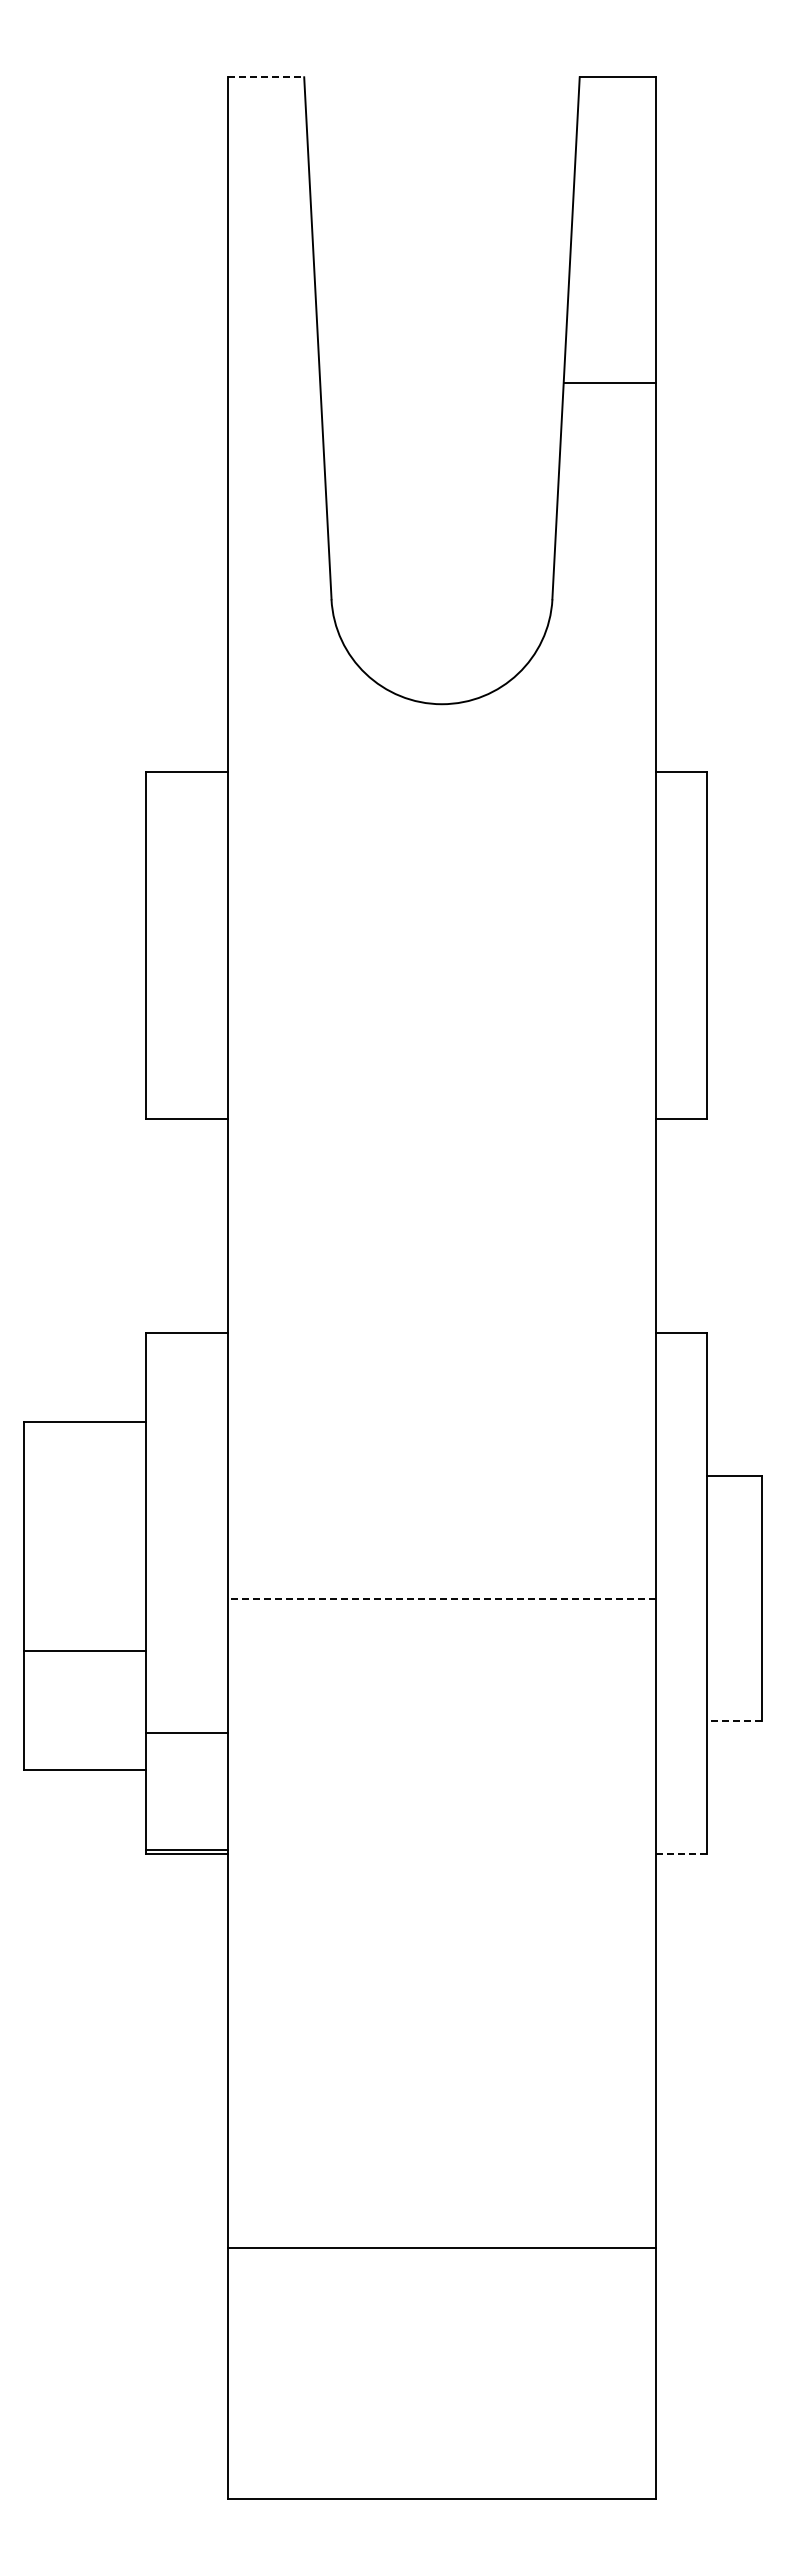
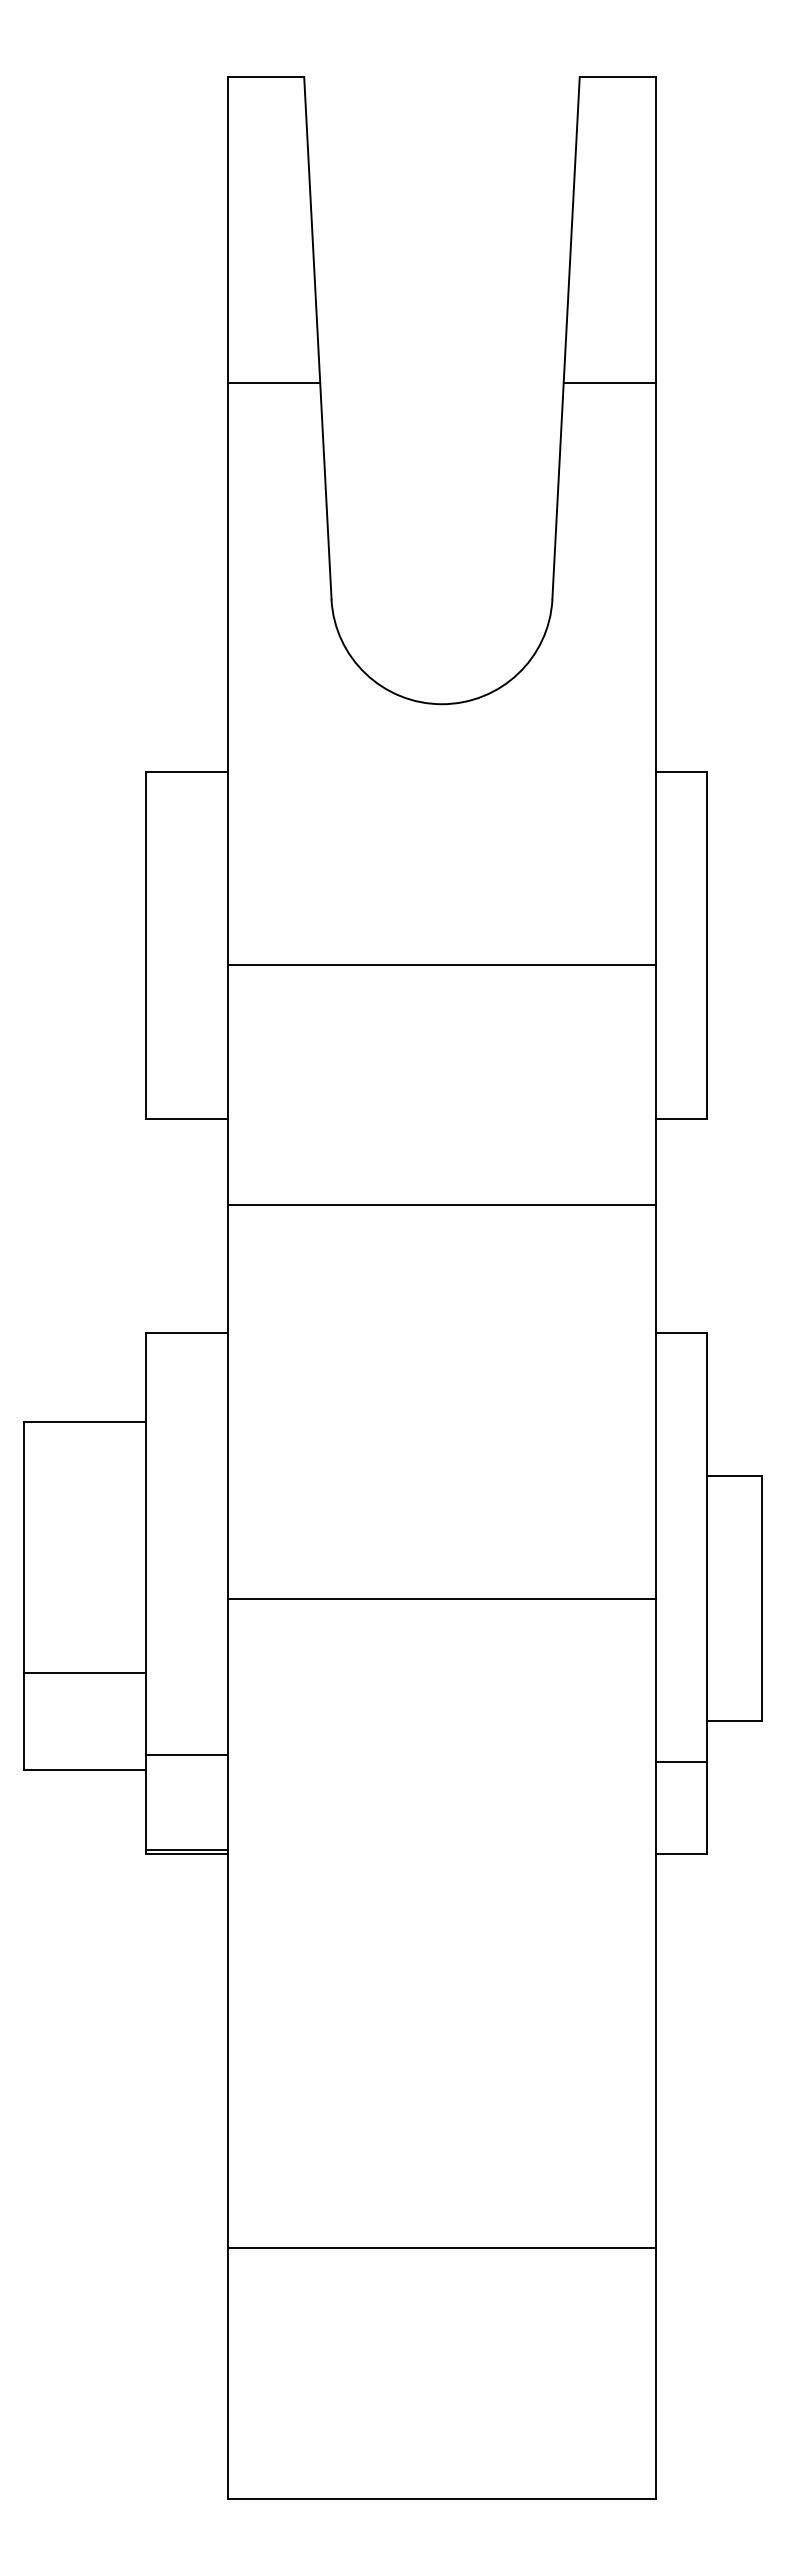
line at (266, 77): dashed -> solid
line at (273, 383): none -> present
line at (441, 965): none -> present
line at (441, 1205): none -> present
line at (441, 1598): dashed -> solid
line at (84, 1651) position: (84, 1651) -> (84, 1673)
line at (734, 1721): dashed -> solid
line at (186, 1733) position: (186, 1733) -> (186, 1755)
line at (681, 1762): none -> present
line at (681, 1853): dashed -> solid
